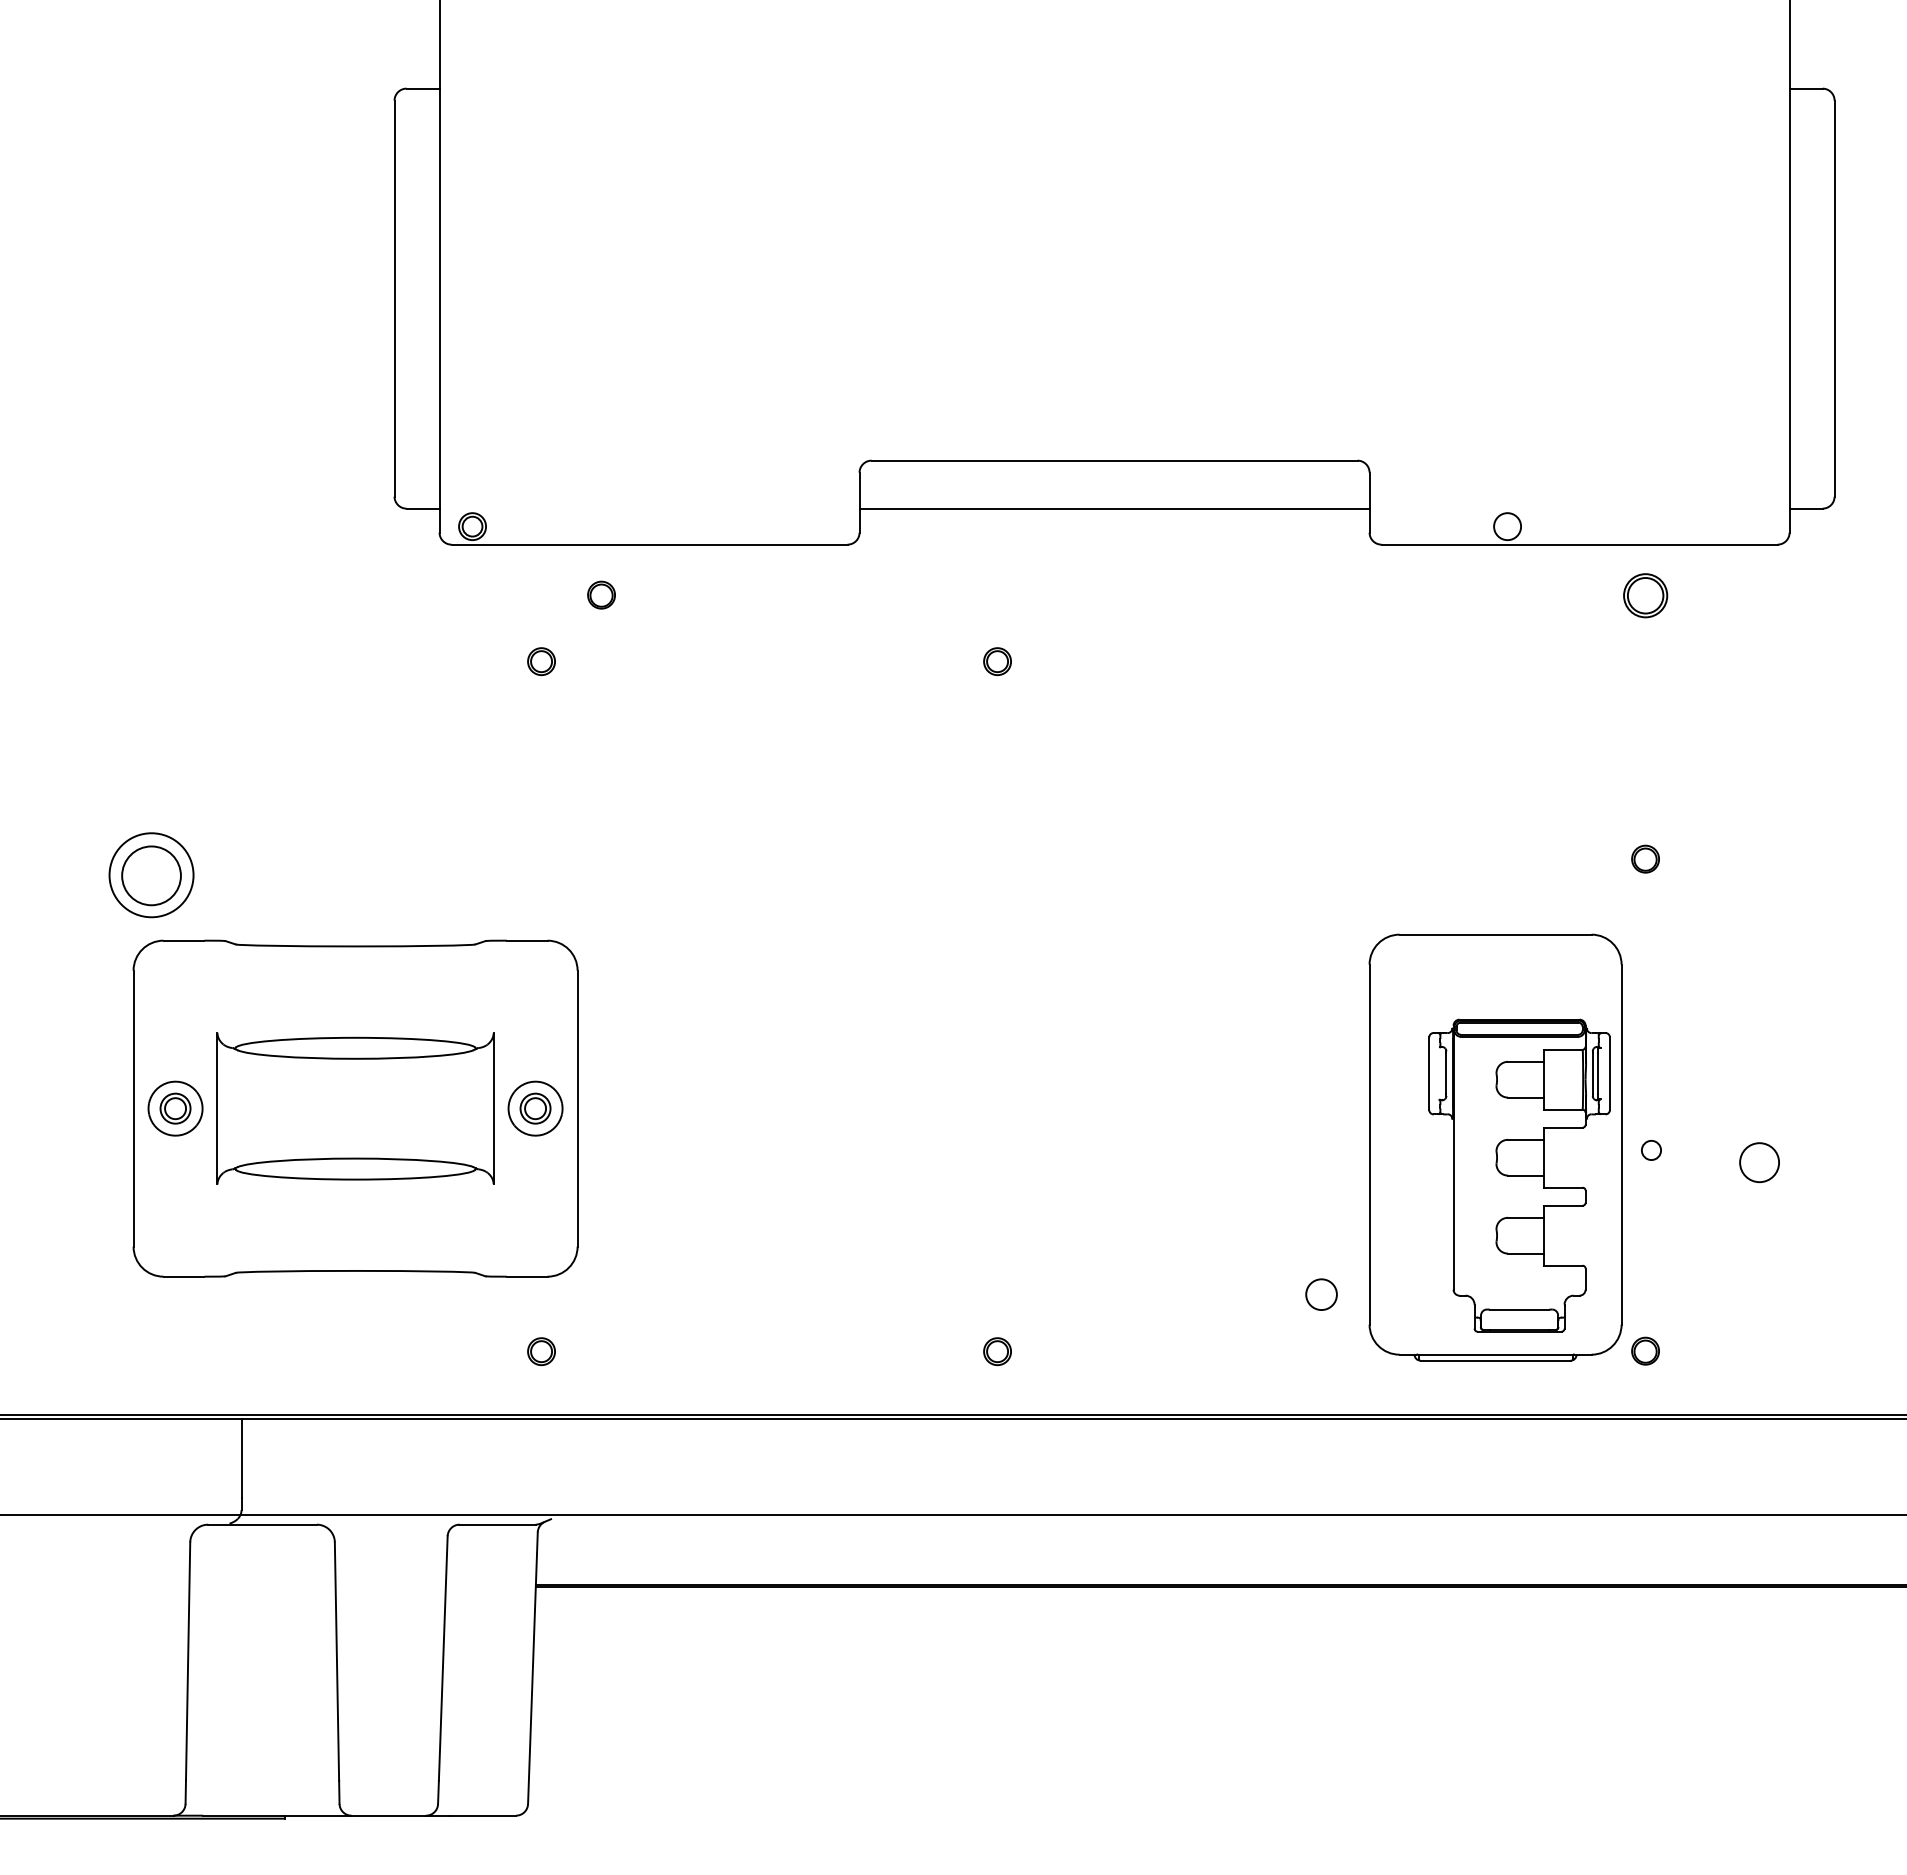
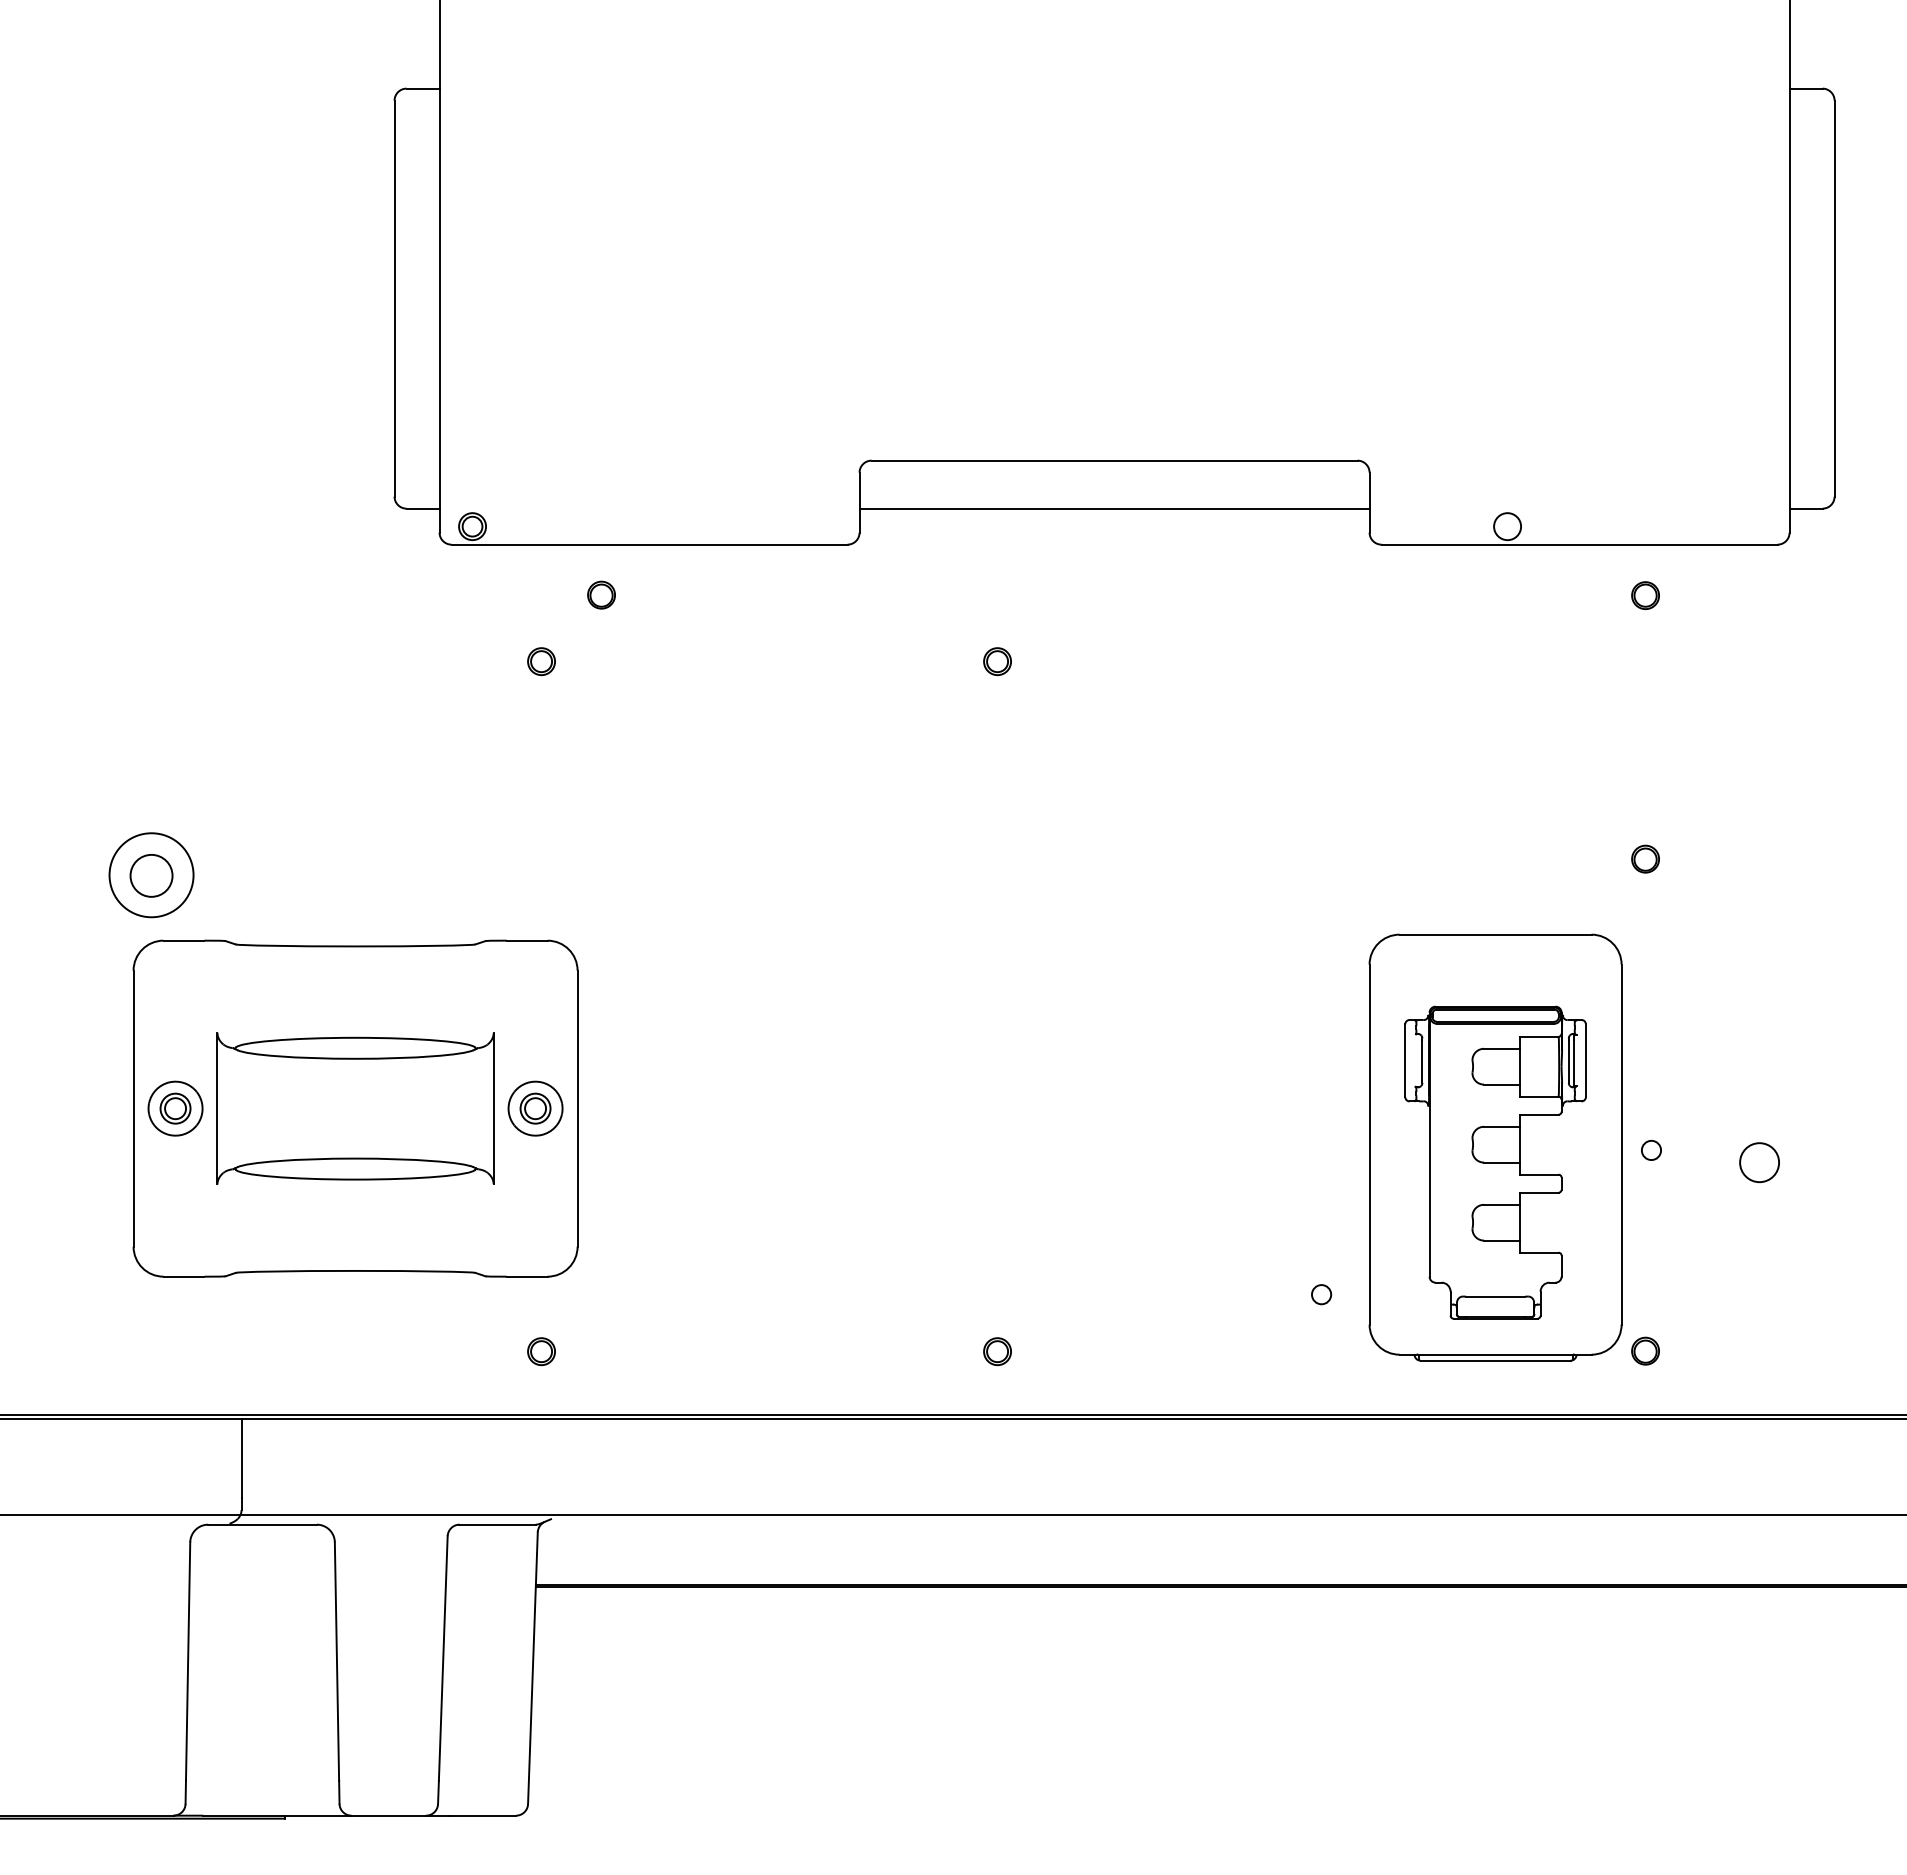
part at (1645, 595) size: 46x46 px -> 29x29 px
circle at (151, 875) diameter: 59 px -> 42 px
part at (1519, 1175) position: (1519, 1175) -> (1495, 1162)
circle at (1321, 1294) diameter: 31 px -> 19 px
